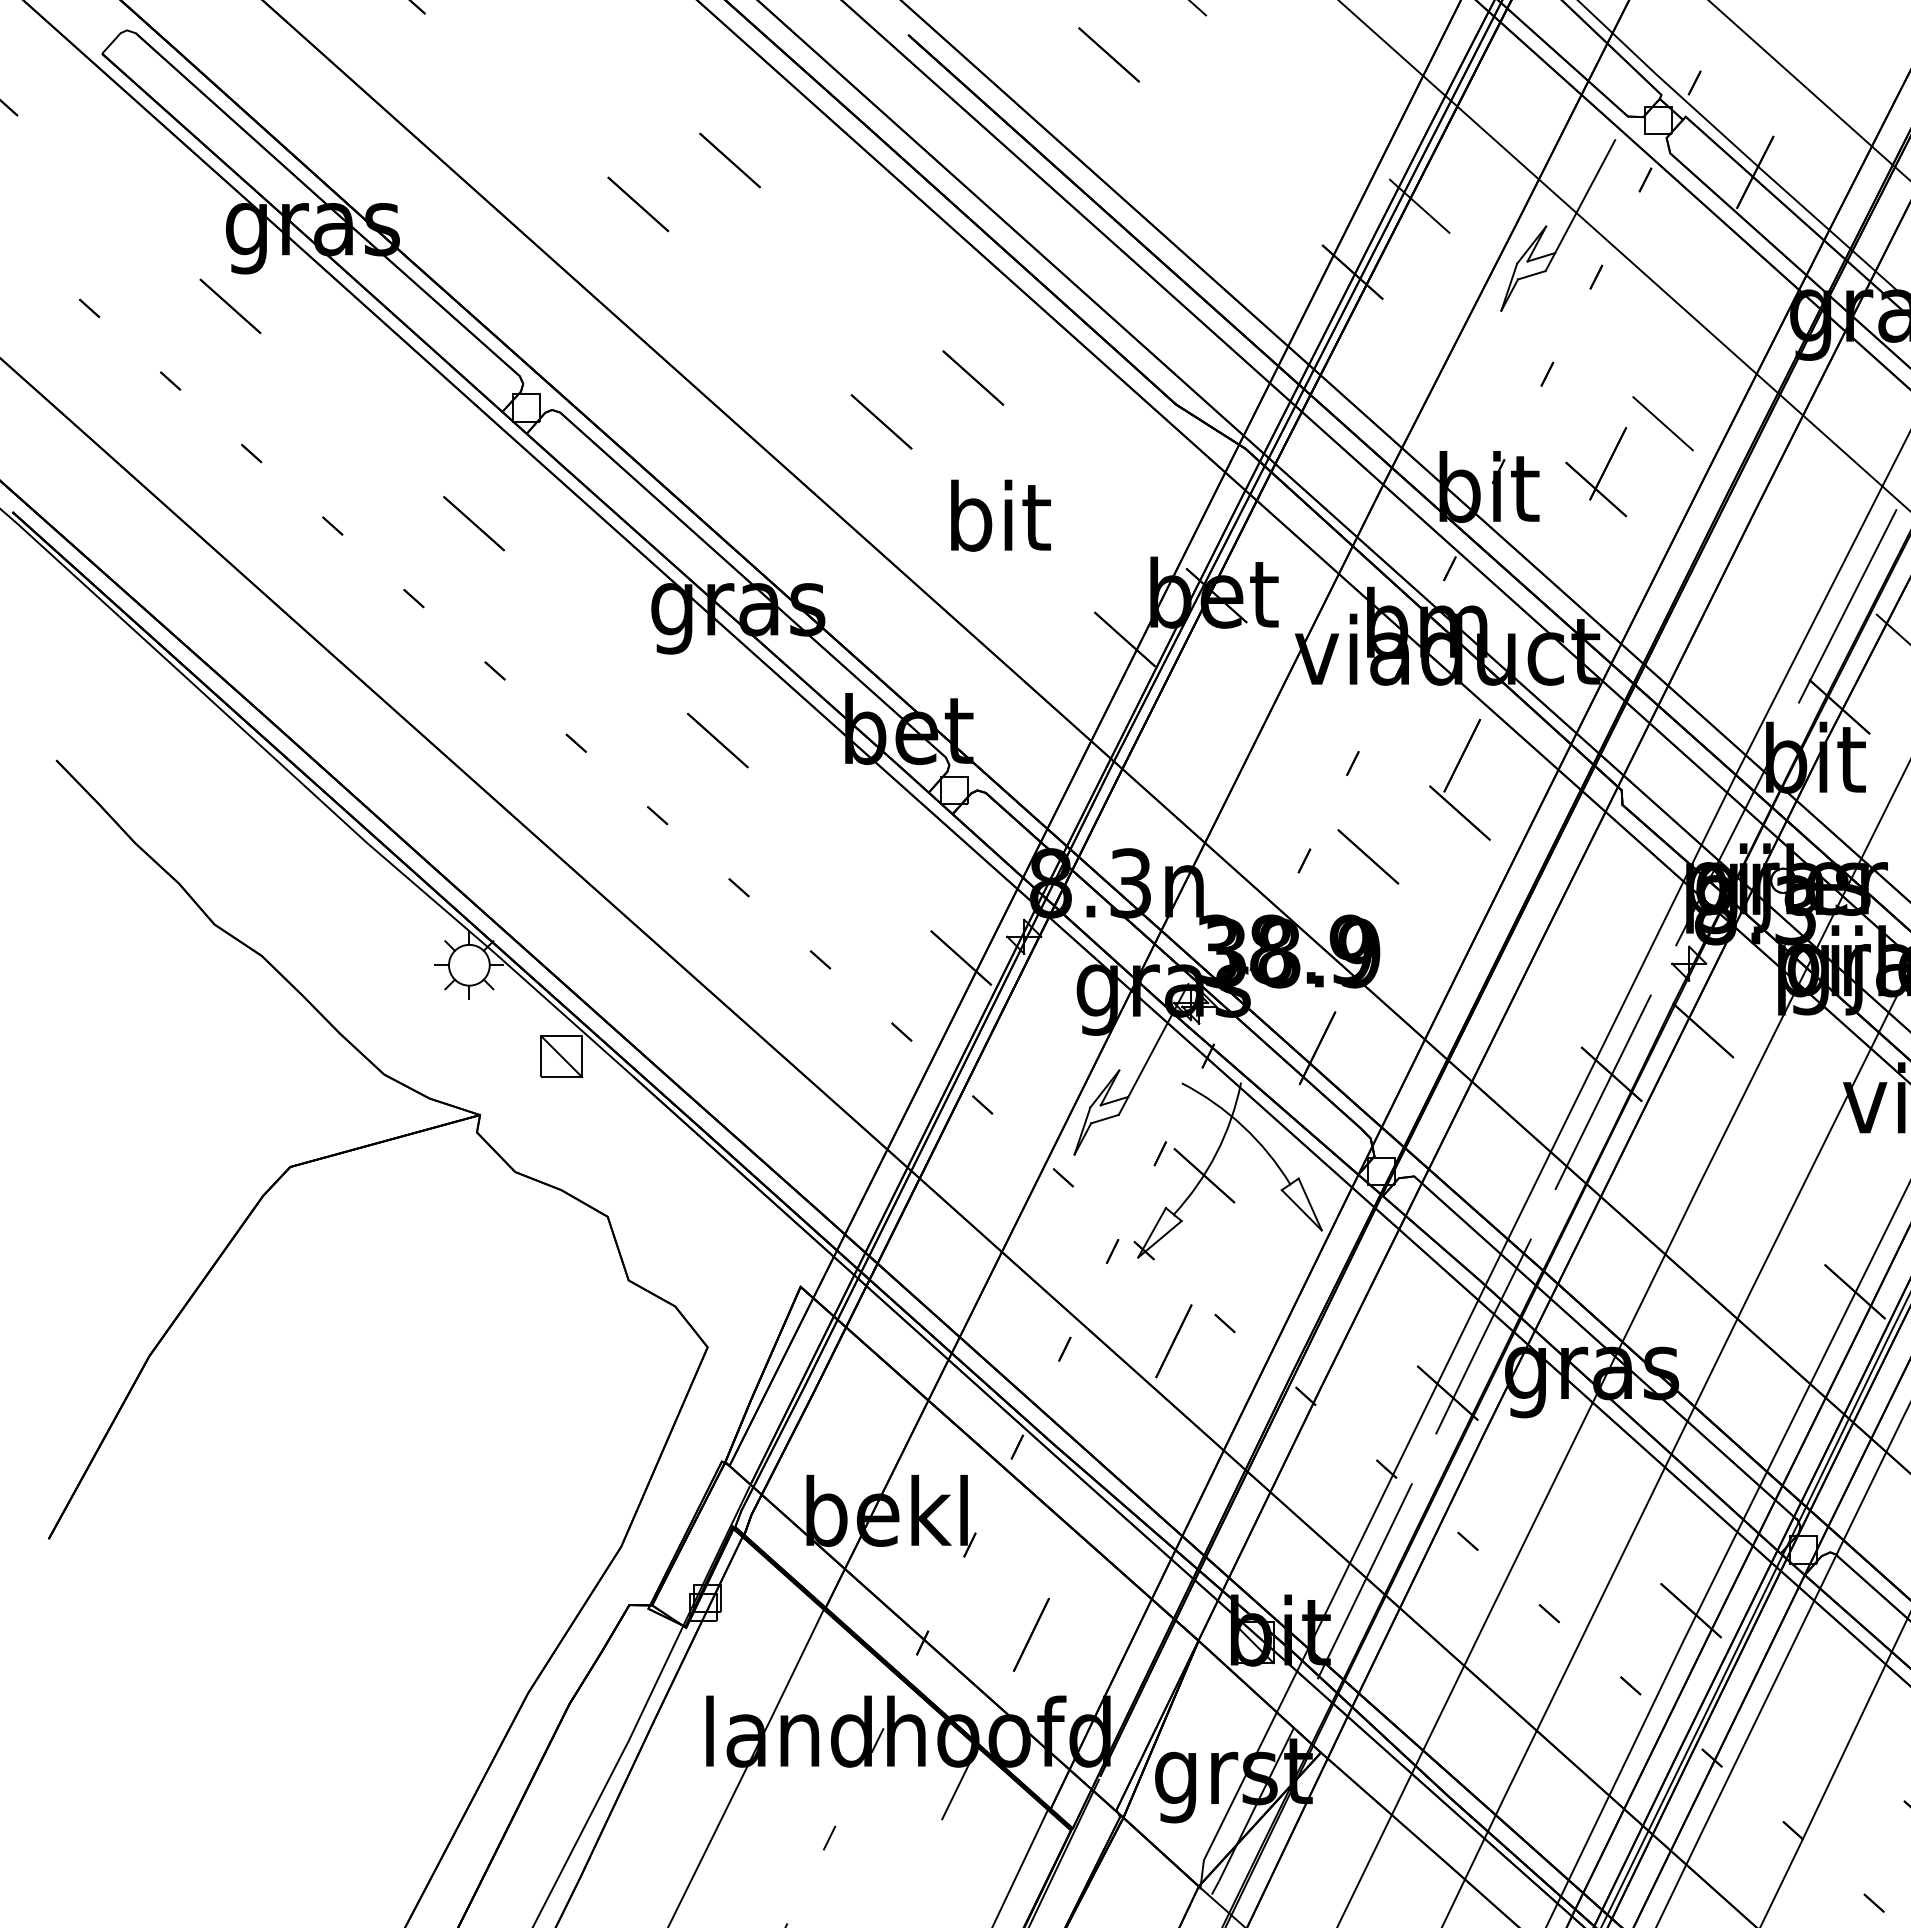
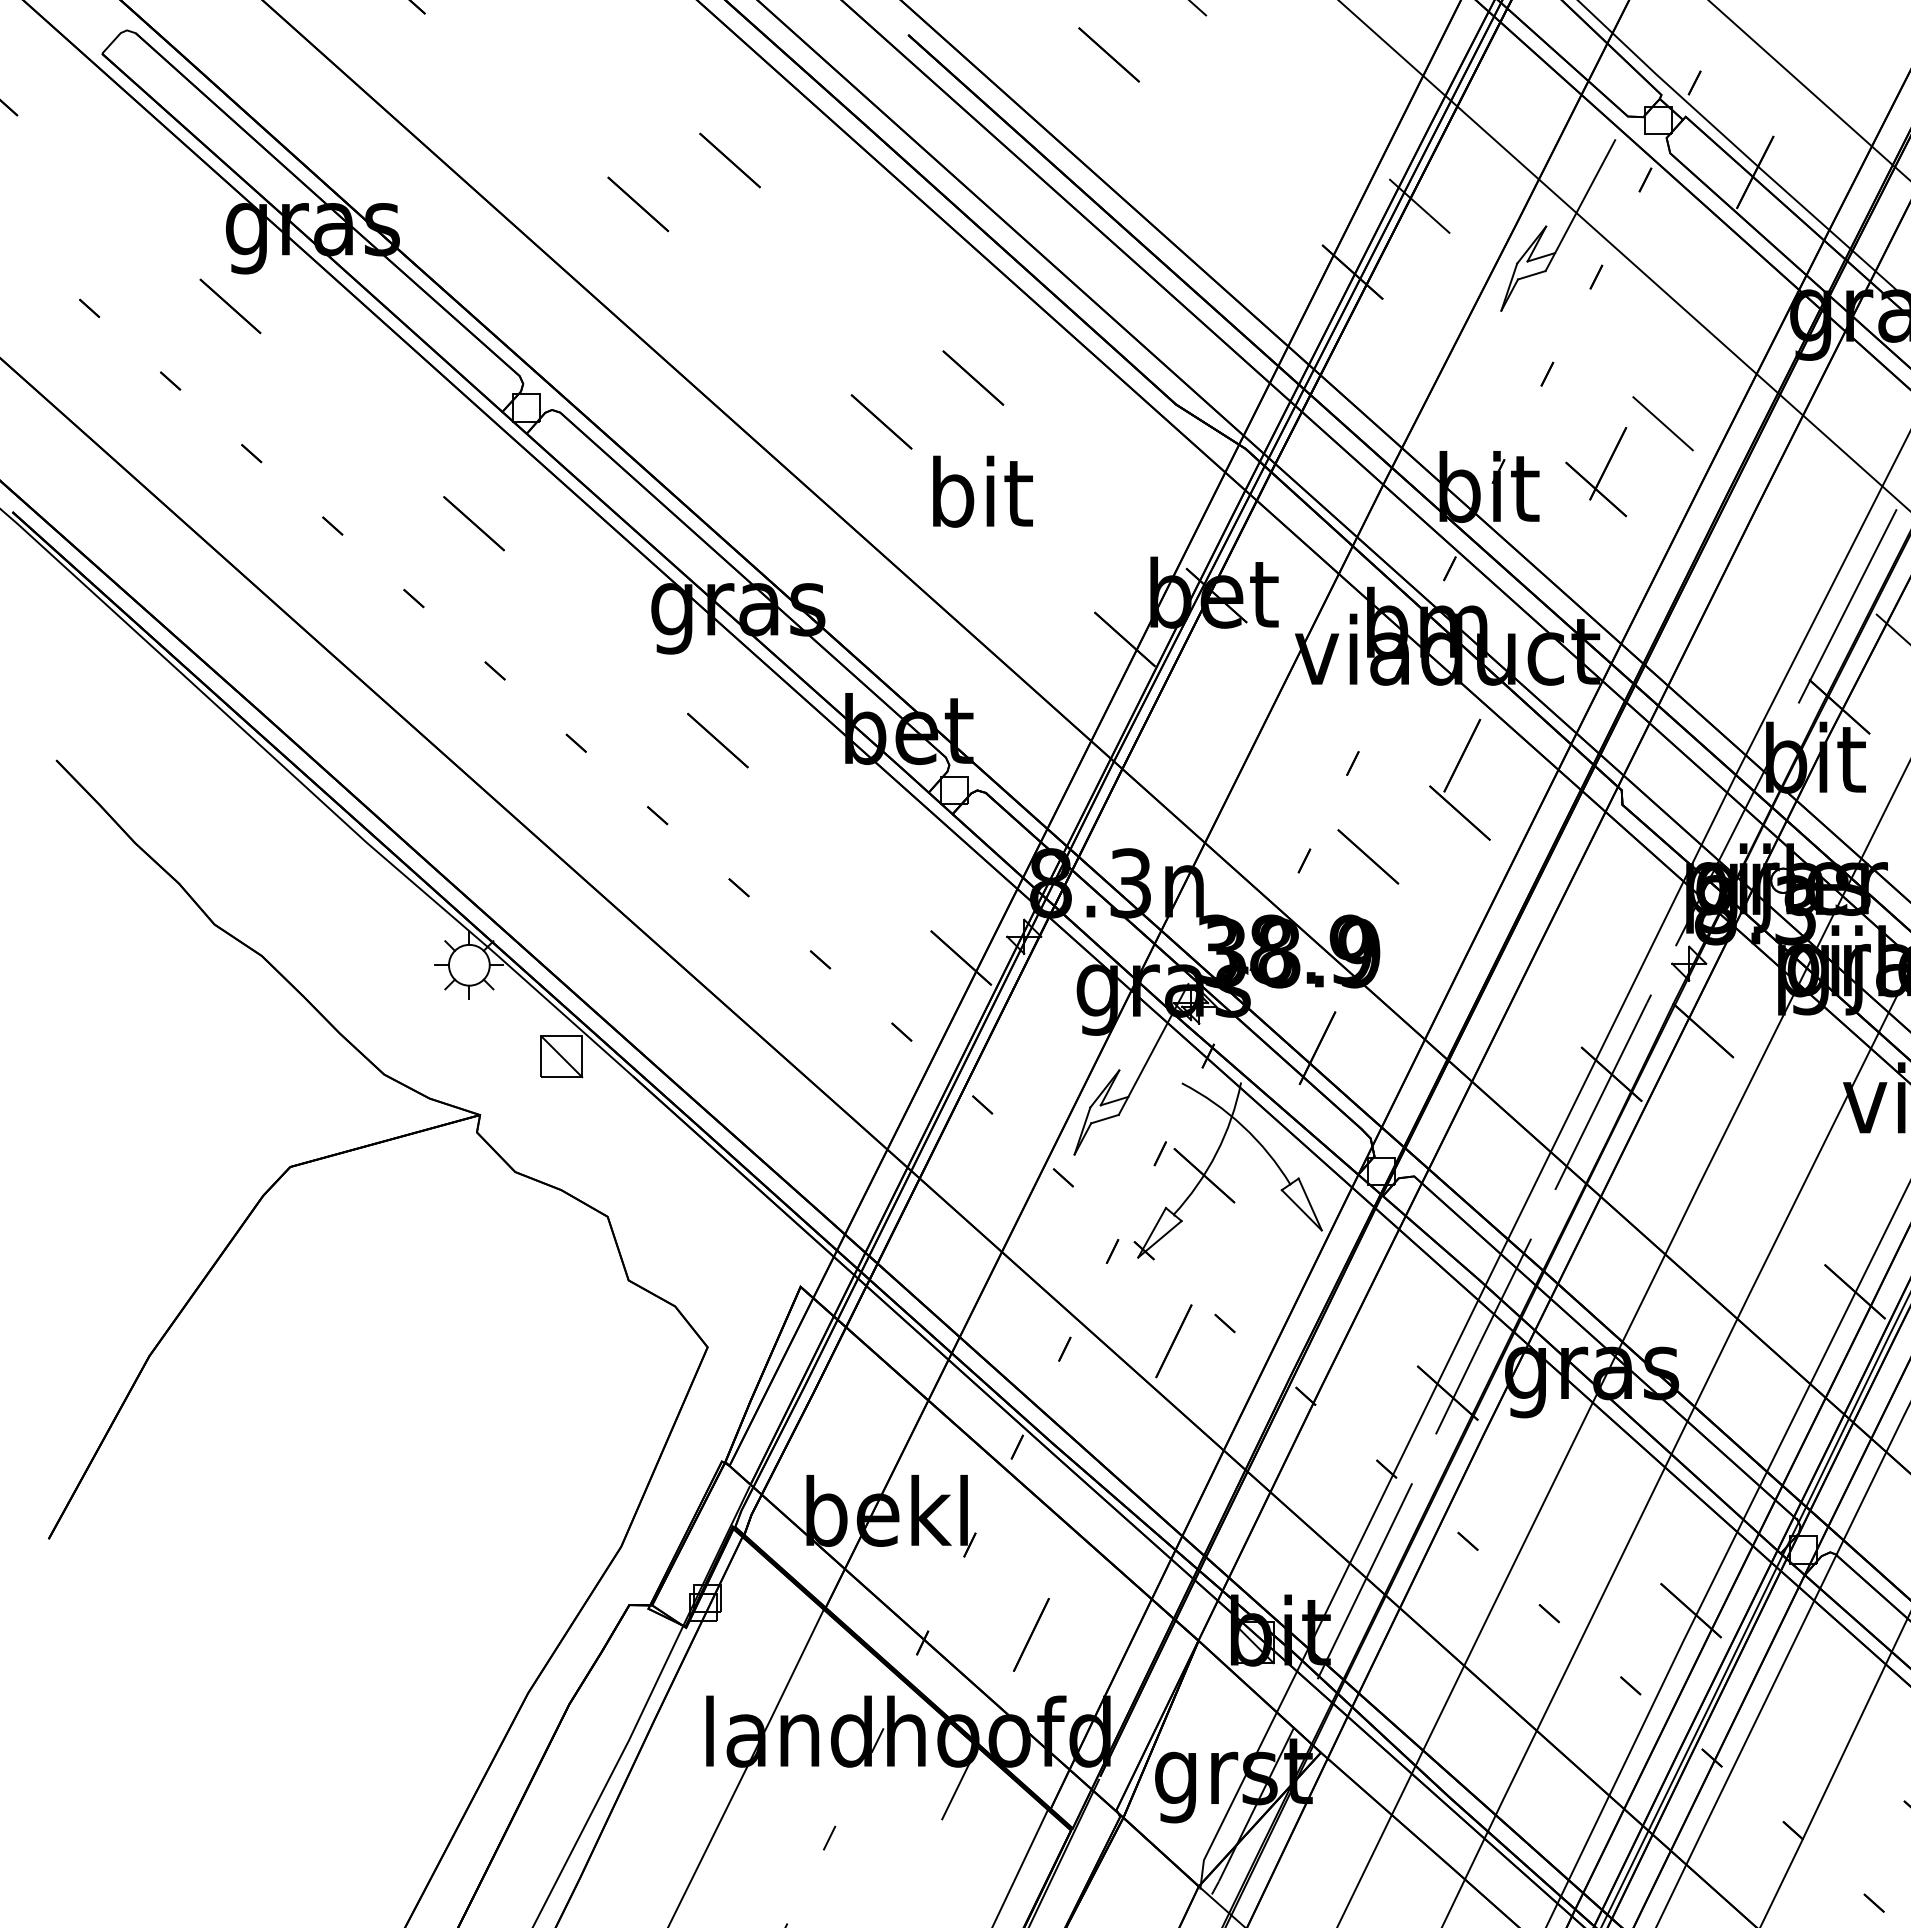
text at (1000, 515) position: (1000, 515) -> (982, 491)
